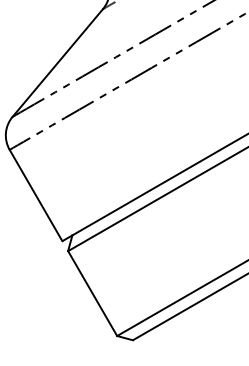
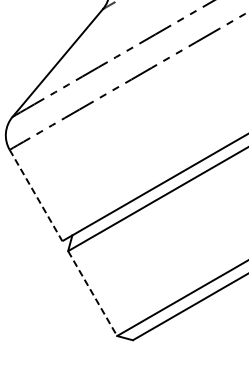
line at (36, 195): solid -> dashed
line at (92, 293): solid -> dashed
